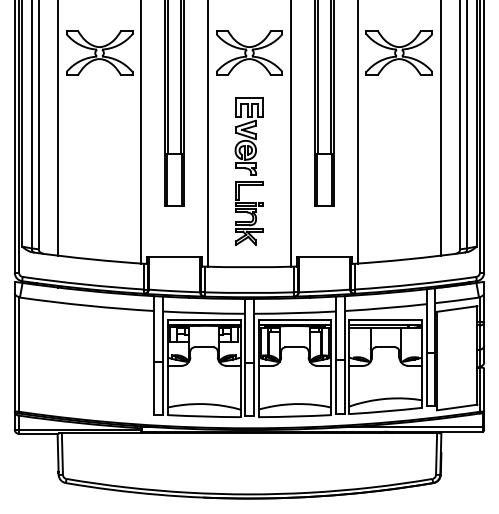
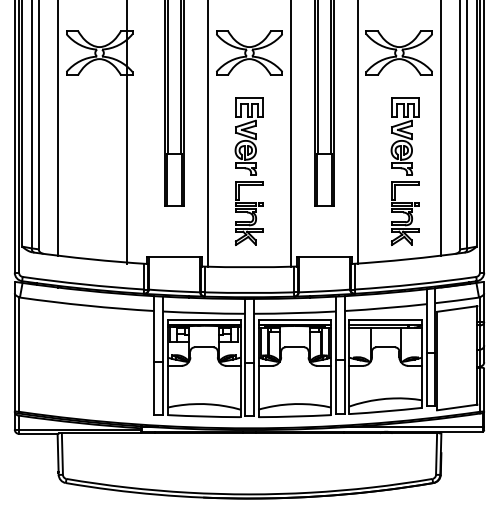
line at (141, 132) position: (141, 132) -> (127, 132)
part at (404, 171): none -> present
